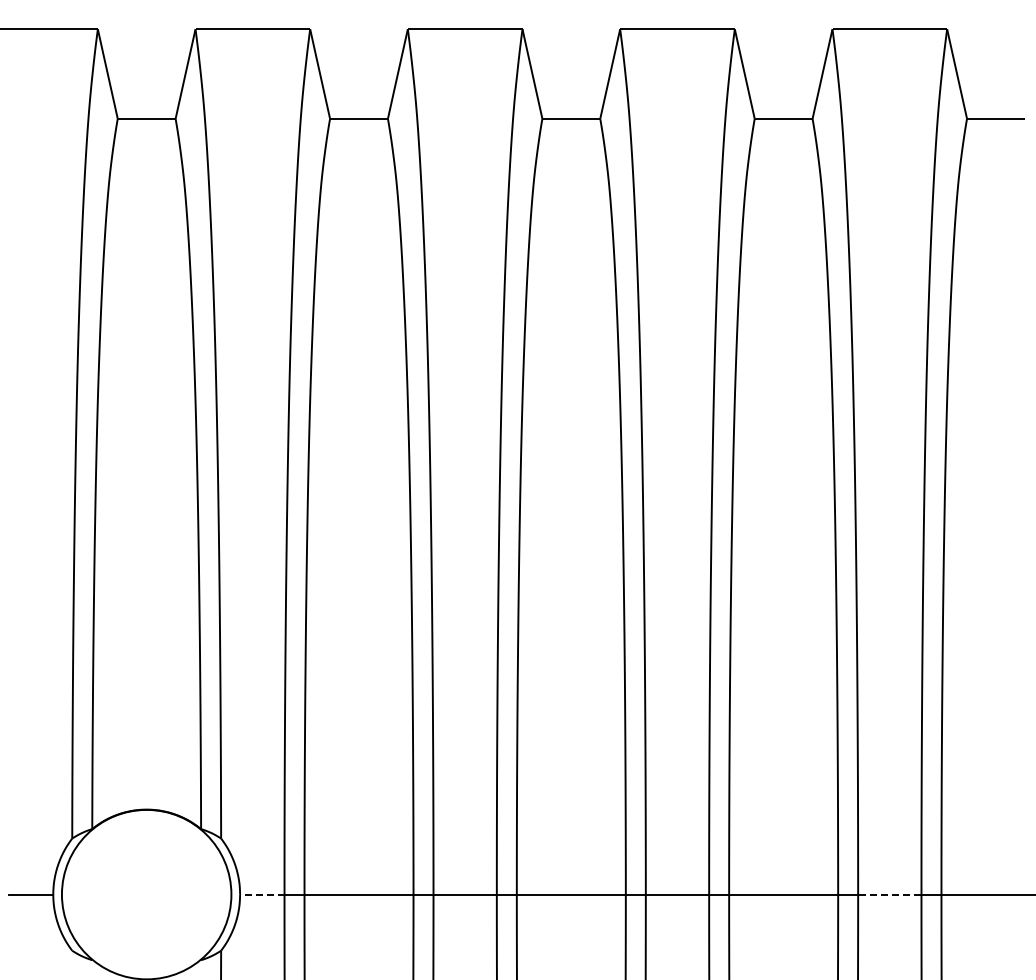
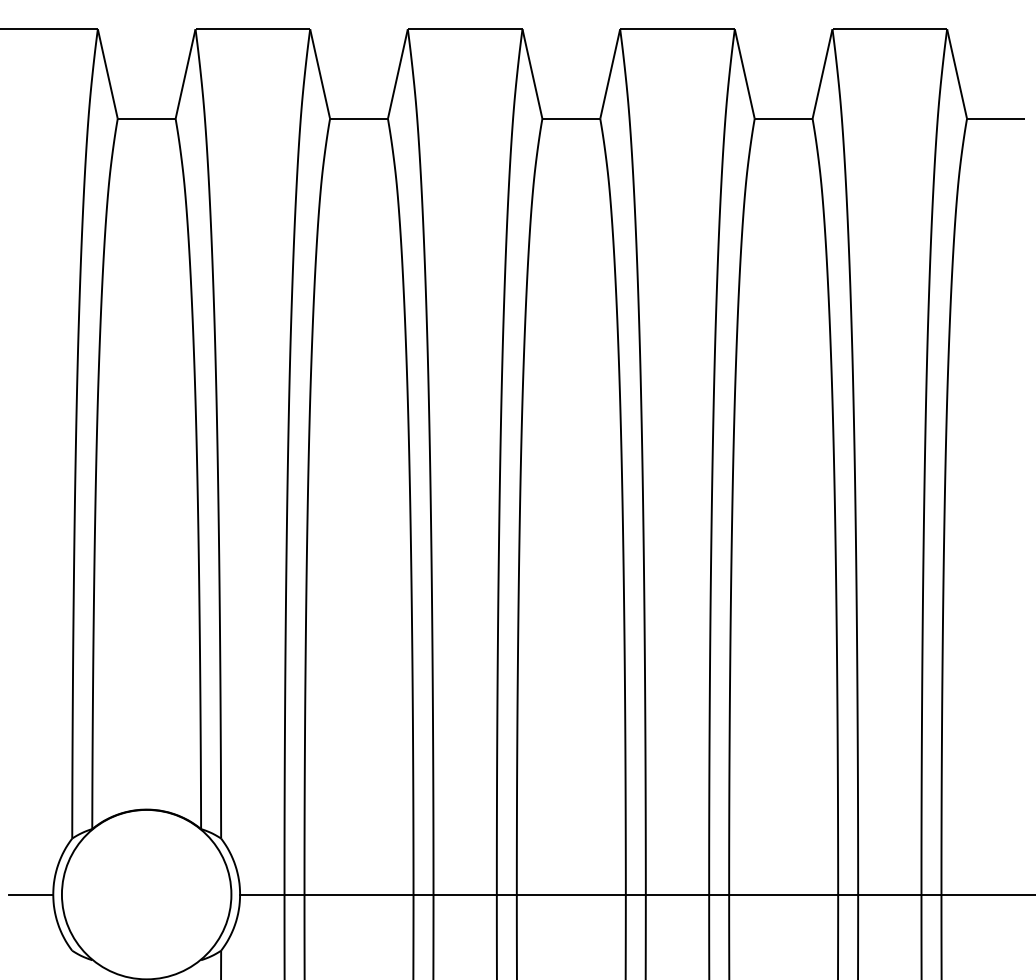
line at (261, 894): dashed -> solid
line at (889, 894): dashed -> solid
